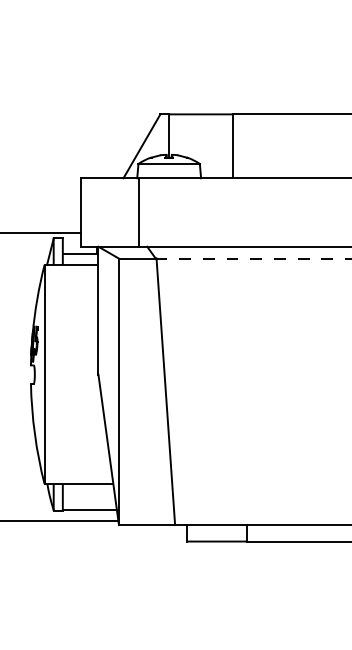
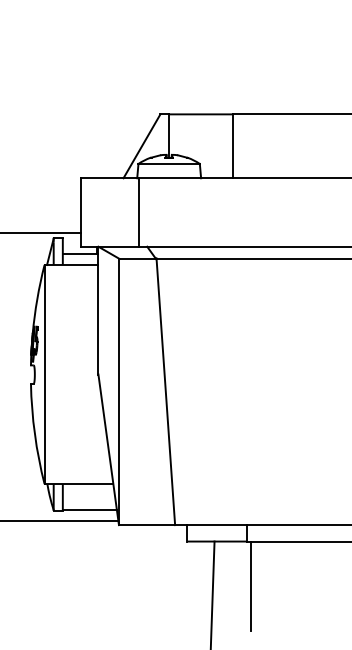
line at (253, 258): dashed -> solid
line at (251, 586): none -> present
line at (212, 593): none -> present
